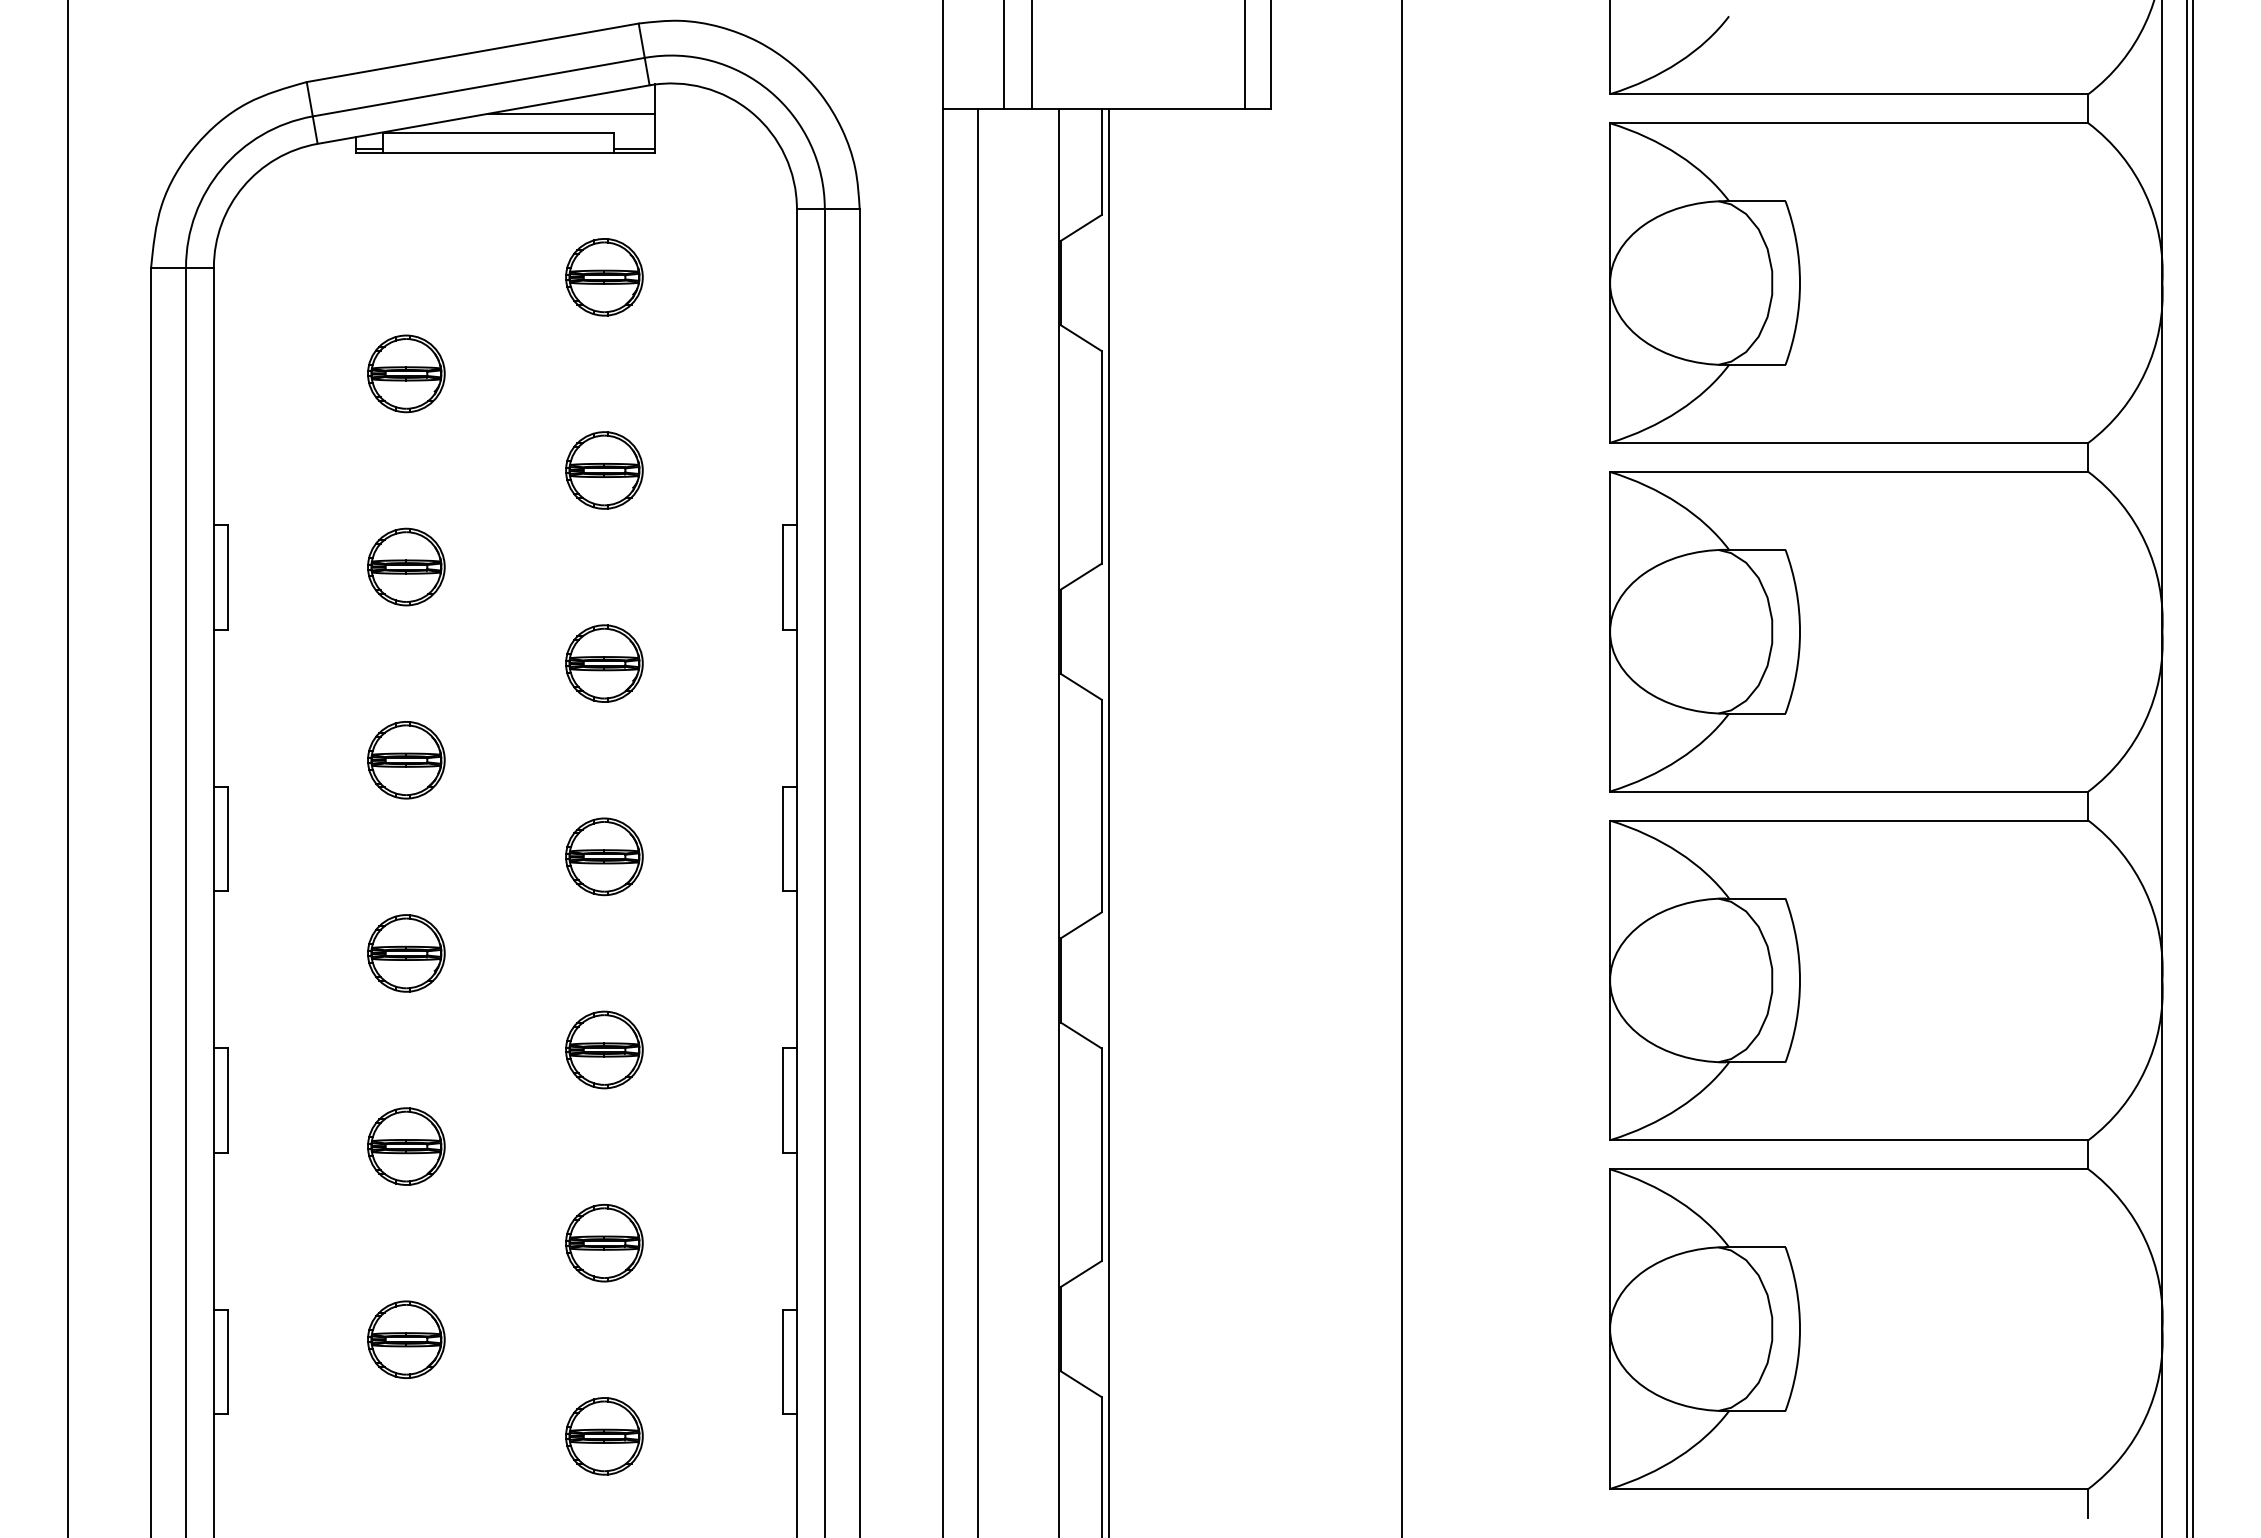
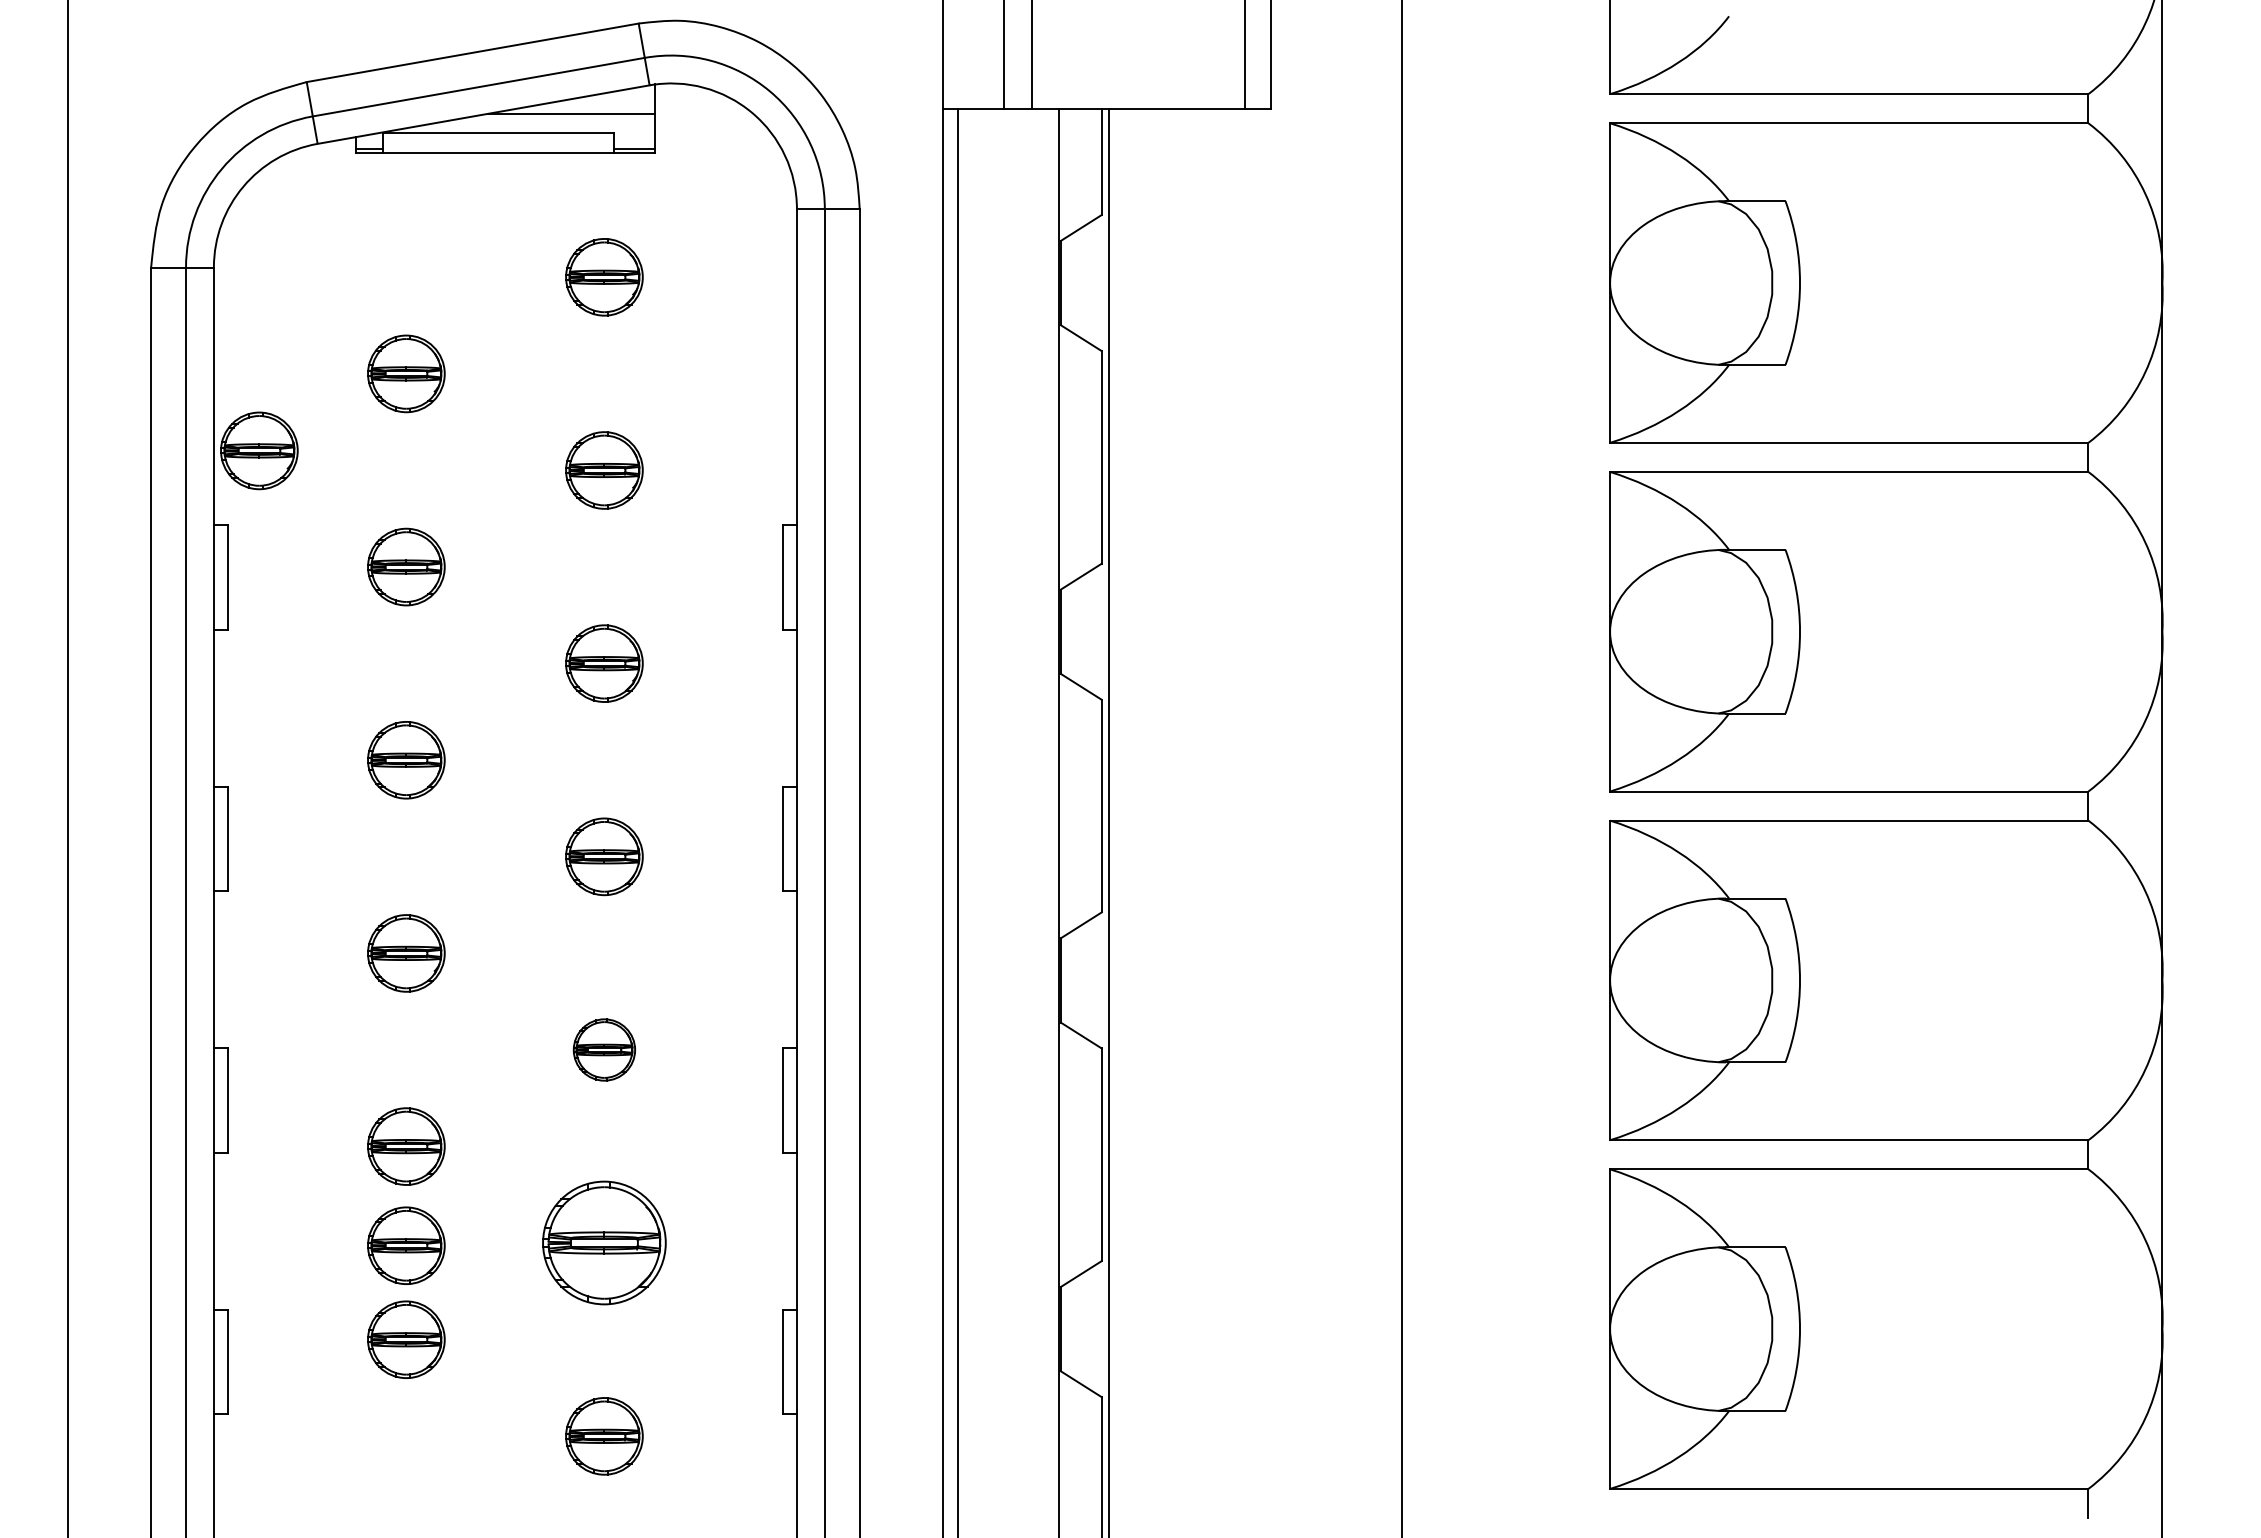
part at (259, 450): none -> present
line at (2187, 768): present -> none
line at (2193, 768): present -> none
line at (978, 821) position: (978, 821) -> (958, 821)
part at (604, 1049) size: 79x80 px -> 64x64 px
part at (604, 1243) size: 79x79 px -> 125x126 px
part at (406, 1245): none -> present
